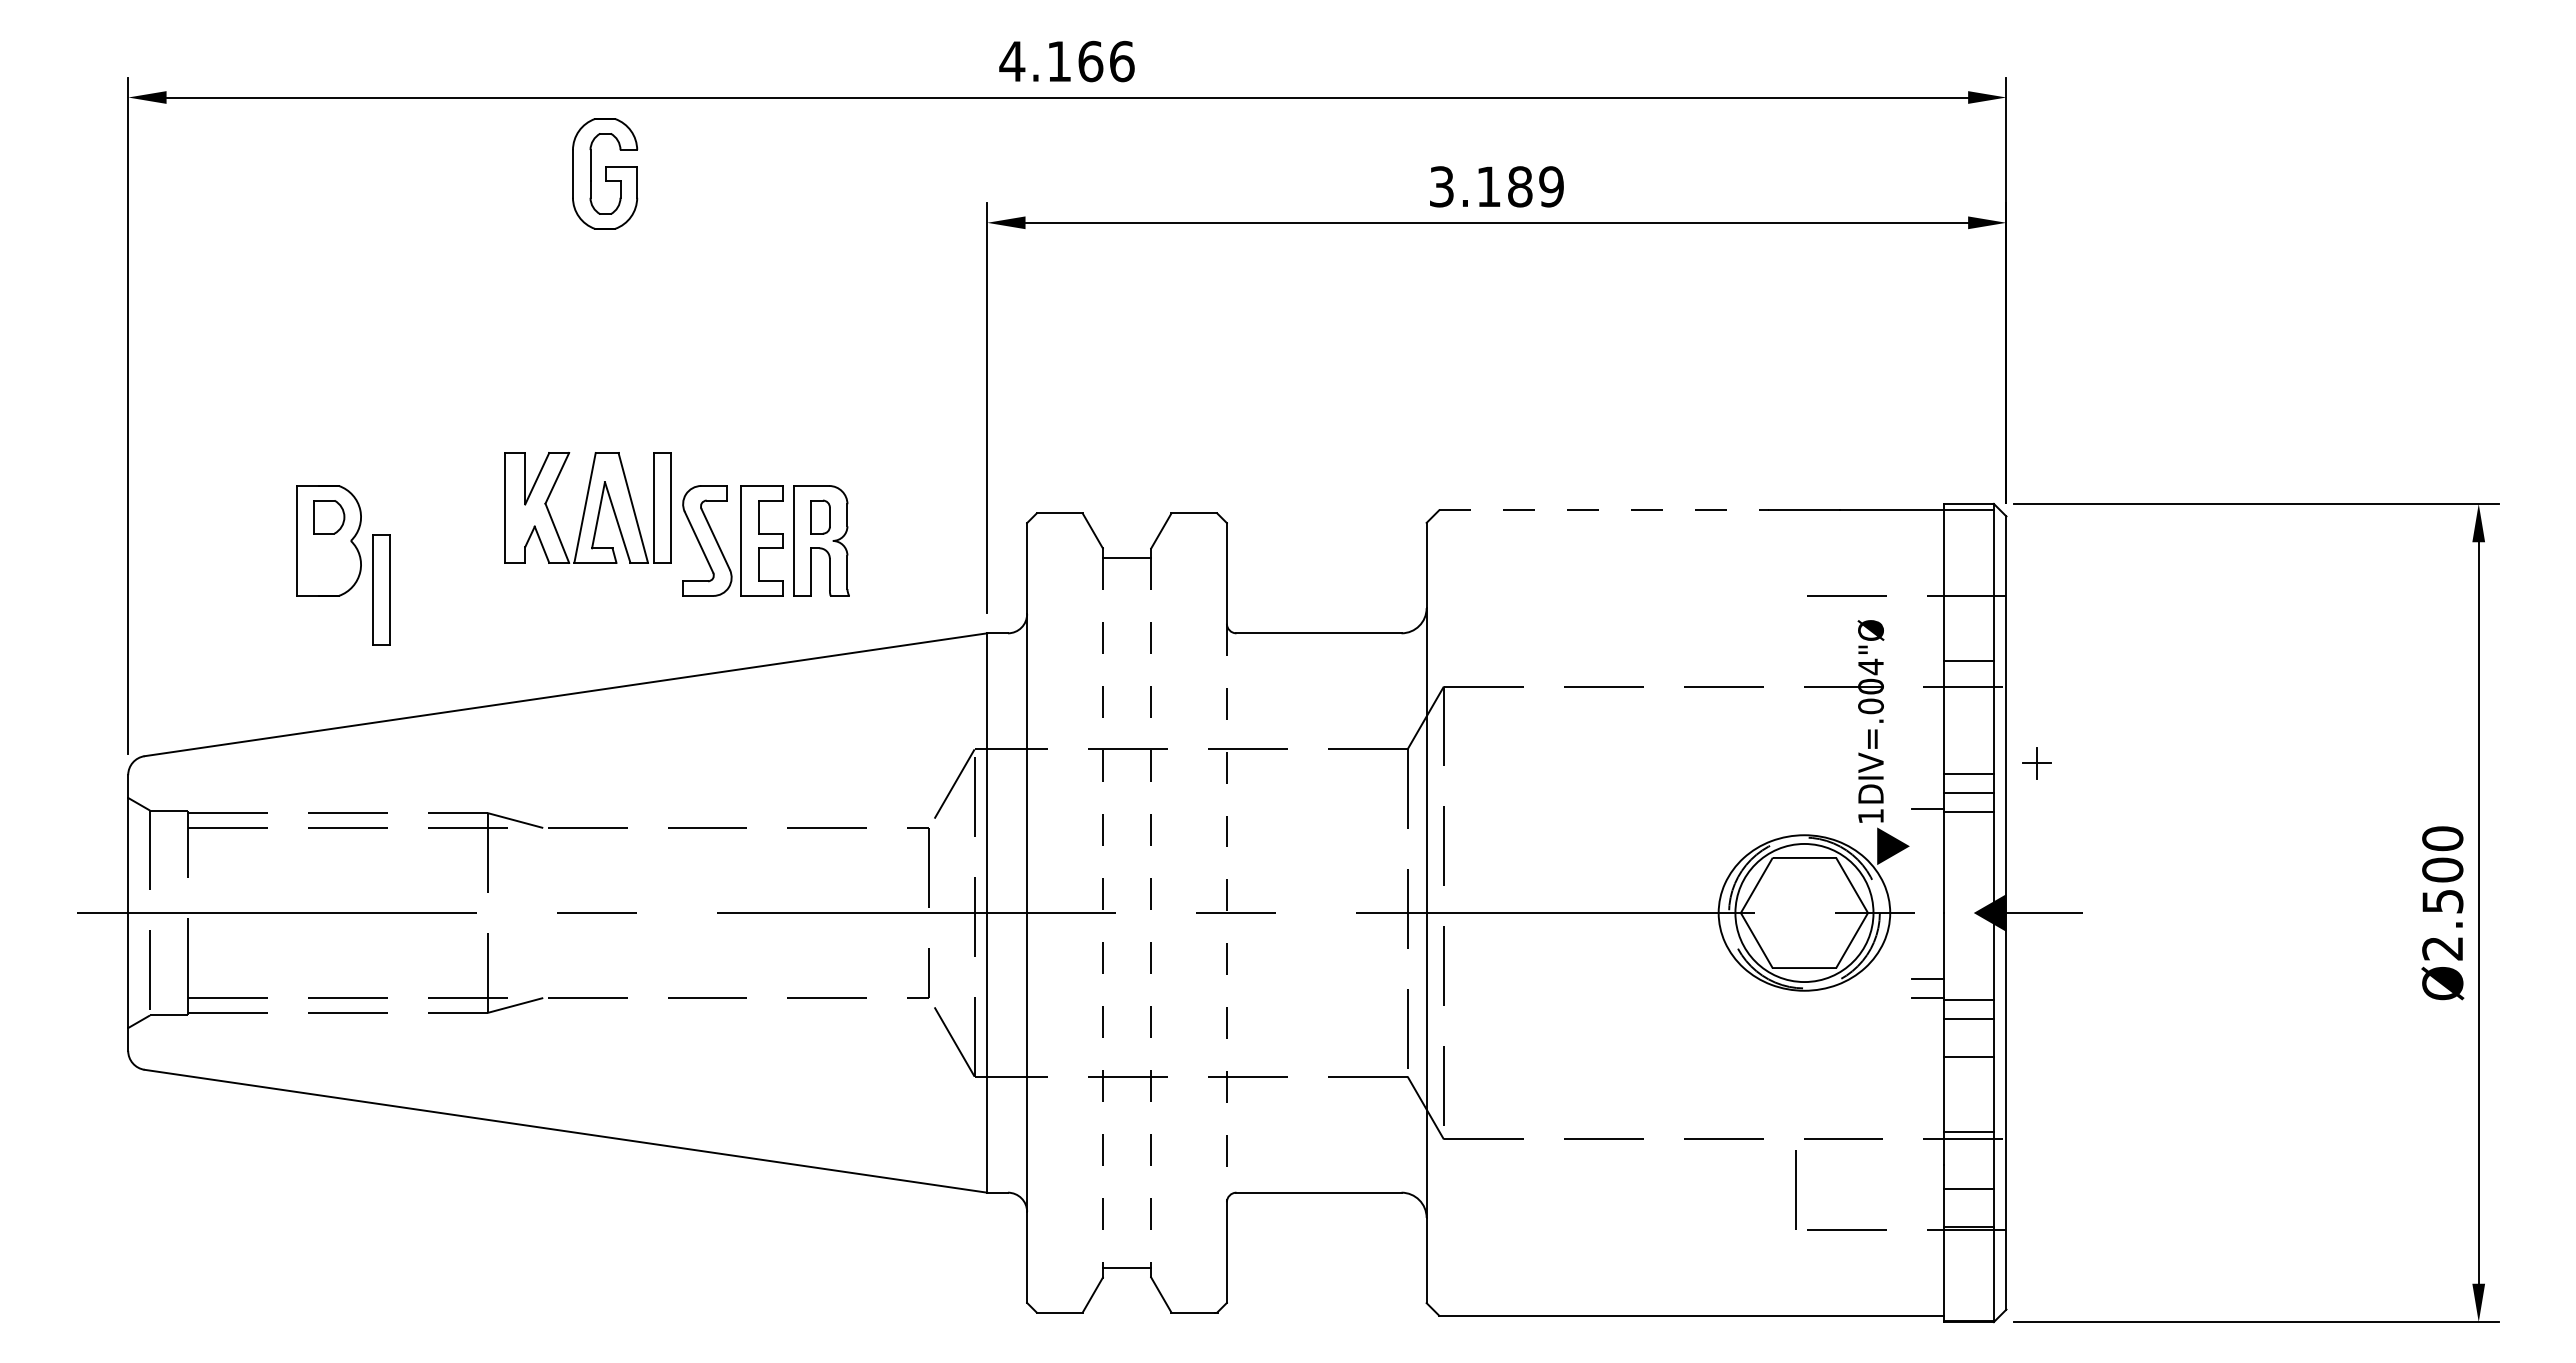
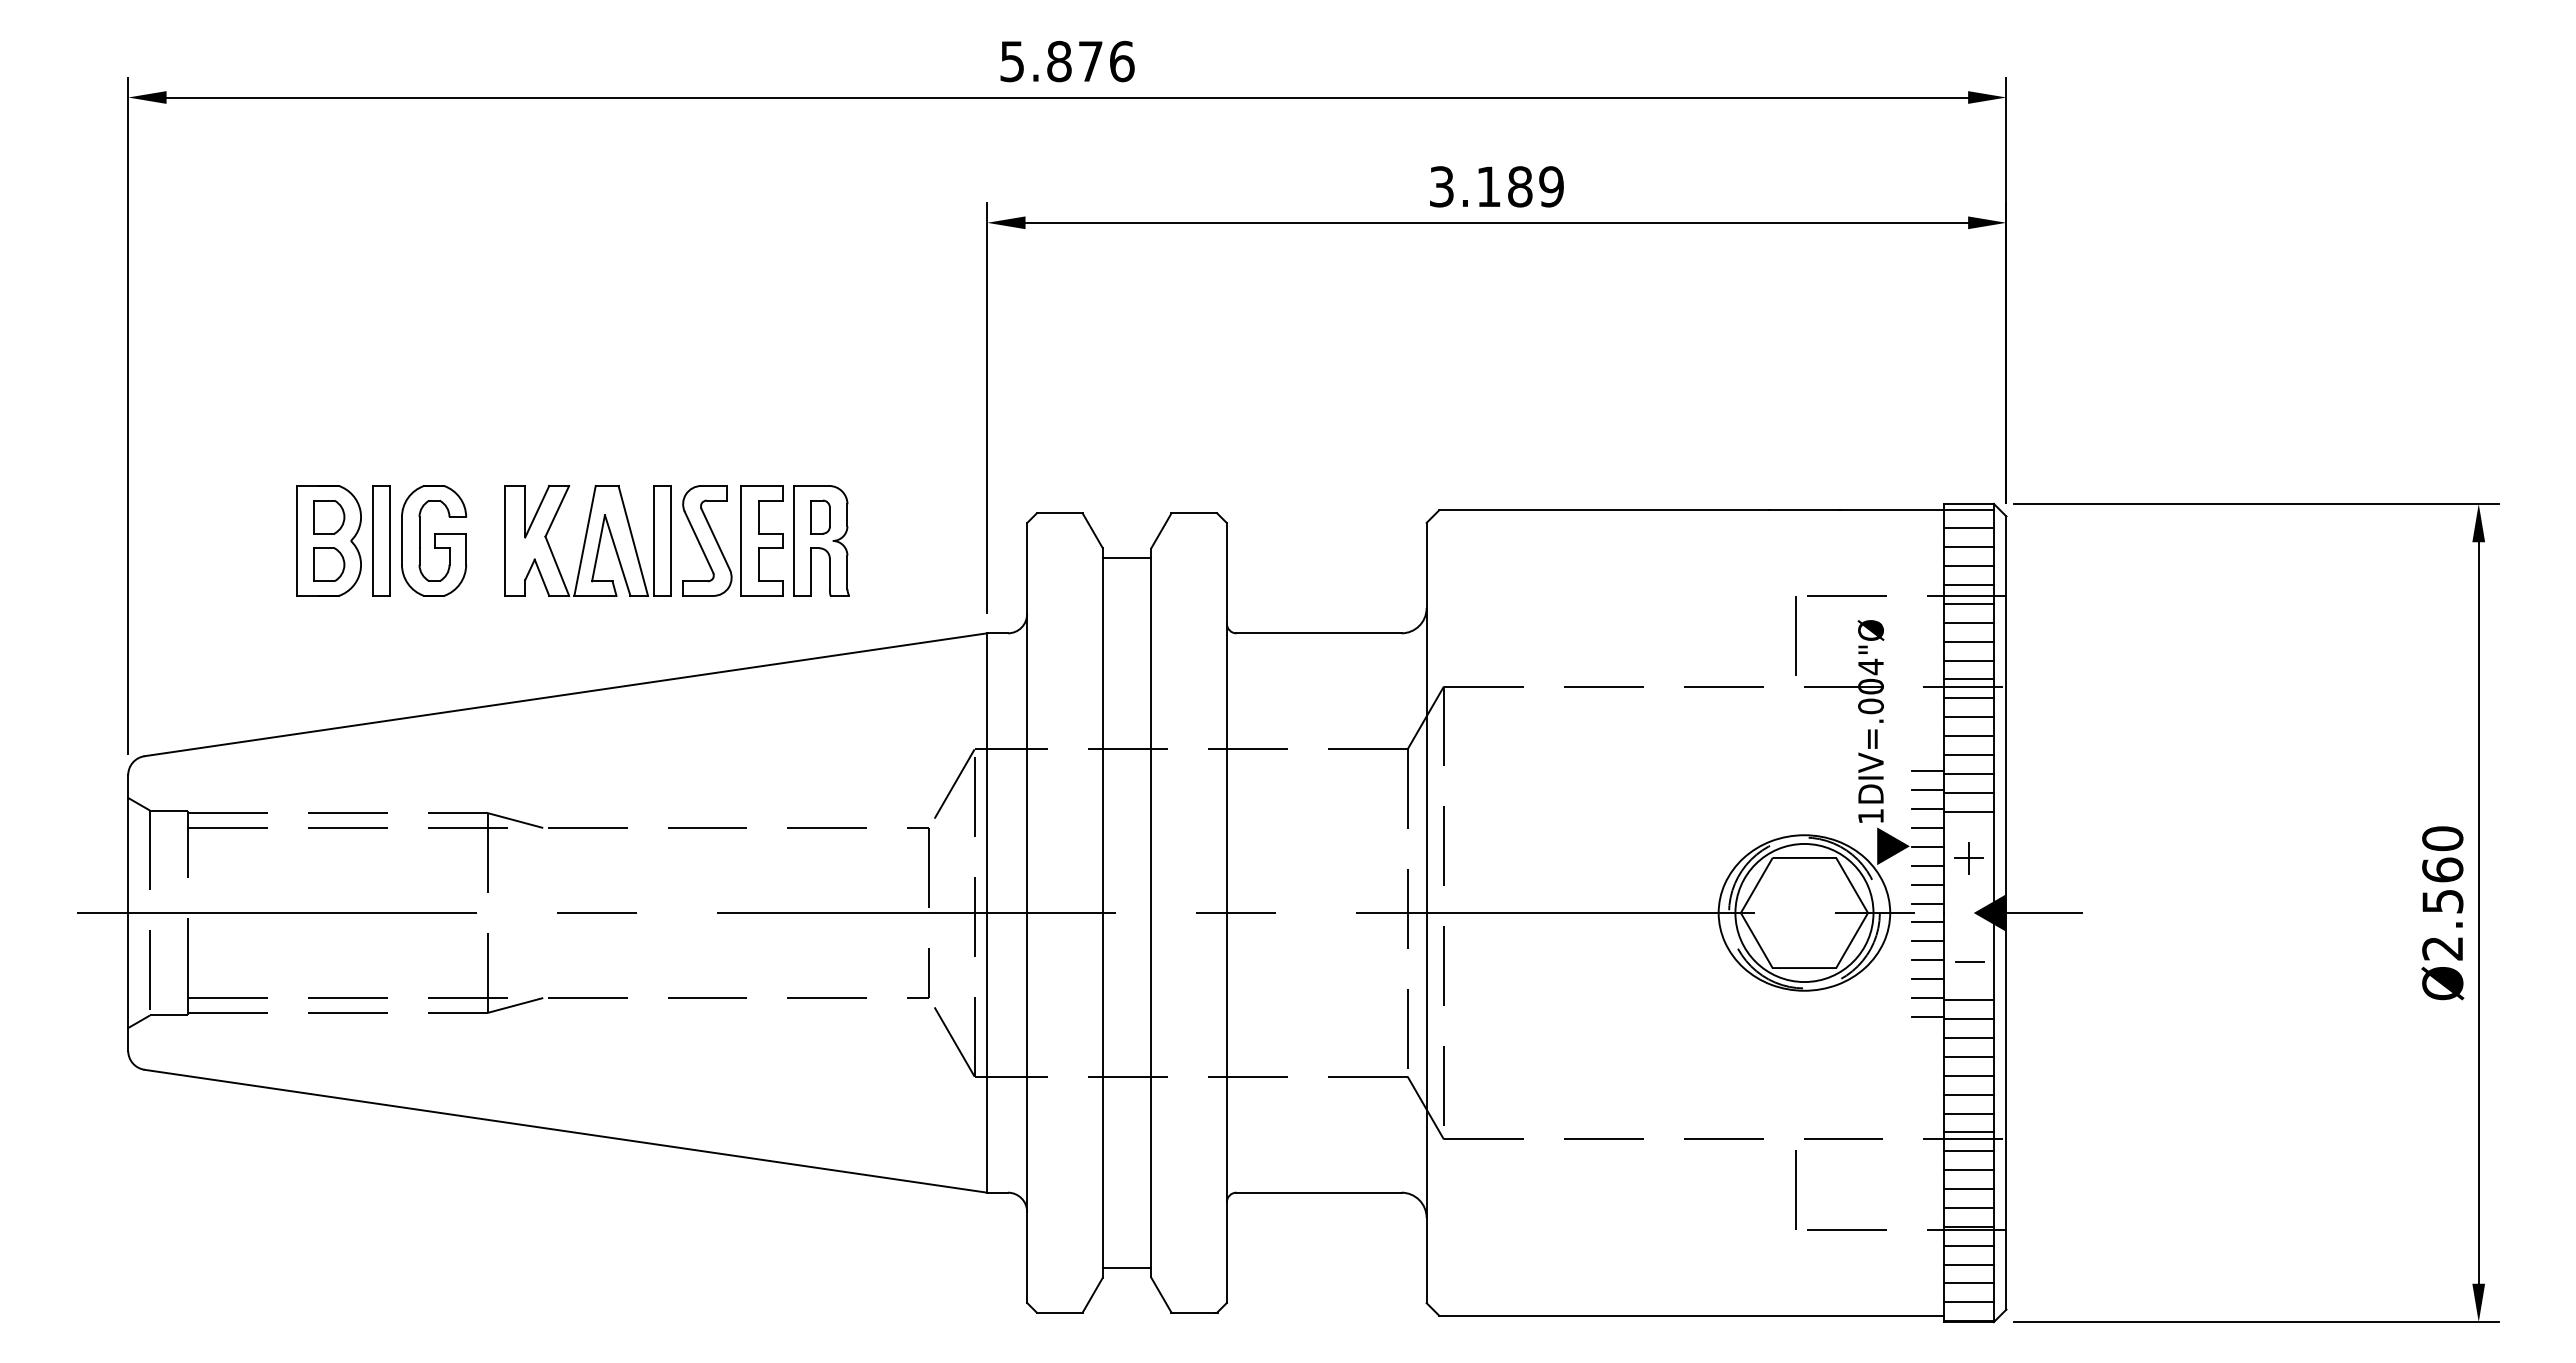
text at (1051, 61): 4.166 -> 5.876
part at (605, 173) position: (605, 173) -> (434, 540)
part at (587, 507) position: (587, 507) -> (587, 540)
line at (1604, 510): dashed -> solid
line at (1968, 528): none -> present
line at (1968, 547): none -> present
part at (329, 564): none -> present
line at (1968, 566): none -> present
line at (1968, 585): none -> present
part at (381, 589) position: (381, 589) -> (381, 540)
line at (1968, 603): none -> present
line at (1968, 622): none -> present
line at (1795, 635): none -> present
line at (1968, 641): none -> present
line at (1968, 679): none -> present
line at (1968, 698): none -> present
line at (1968, 717): none -> present
line at (1968, 736): none -> present
line at (1968, 754): none -> present
part at (2036, 763) position: (2036, 763) -> (1968, 858)
line at (1927, 771): none -> present
line at (1927, 790): none -> present
line at (1927, 828): none -> present
line at (1927, 846): none -> present
line at (1927, 865): none -> present
text at (2442, 869): Ø2.500 -> Ø2.560
line at (1927, 884): none -> present
line at (1927, 903): none -> present
line at (1102, 913): dashed -> solid
line at (1151, 913): dashed -> solid
line at (1226, 913): dashed -> solid
line at (1927, 922): none -> present
line at (1927, 941): none -> present
line at (1927, 960): none -> present
line at (1969, 962): none -> present
line at (1927, 1016): none -> present
line at (1968, 1038): none -> present
line at (1968, 1075): none -> present
line at (1968, 1094): none -> present
line at (1968, 1113): none -> present
line at (1968, 1151): none -> present
line at (1968, 1170): none -> present
line at (1968, 1207): none -> present
line at (1968, 1245): none -> present
line at (1968, 1264): none -> present
line at (1968, 1283): none -> present
line at (1968, 1302): none -> present
